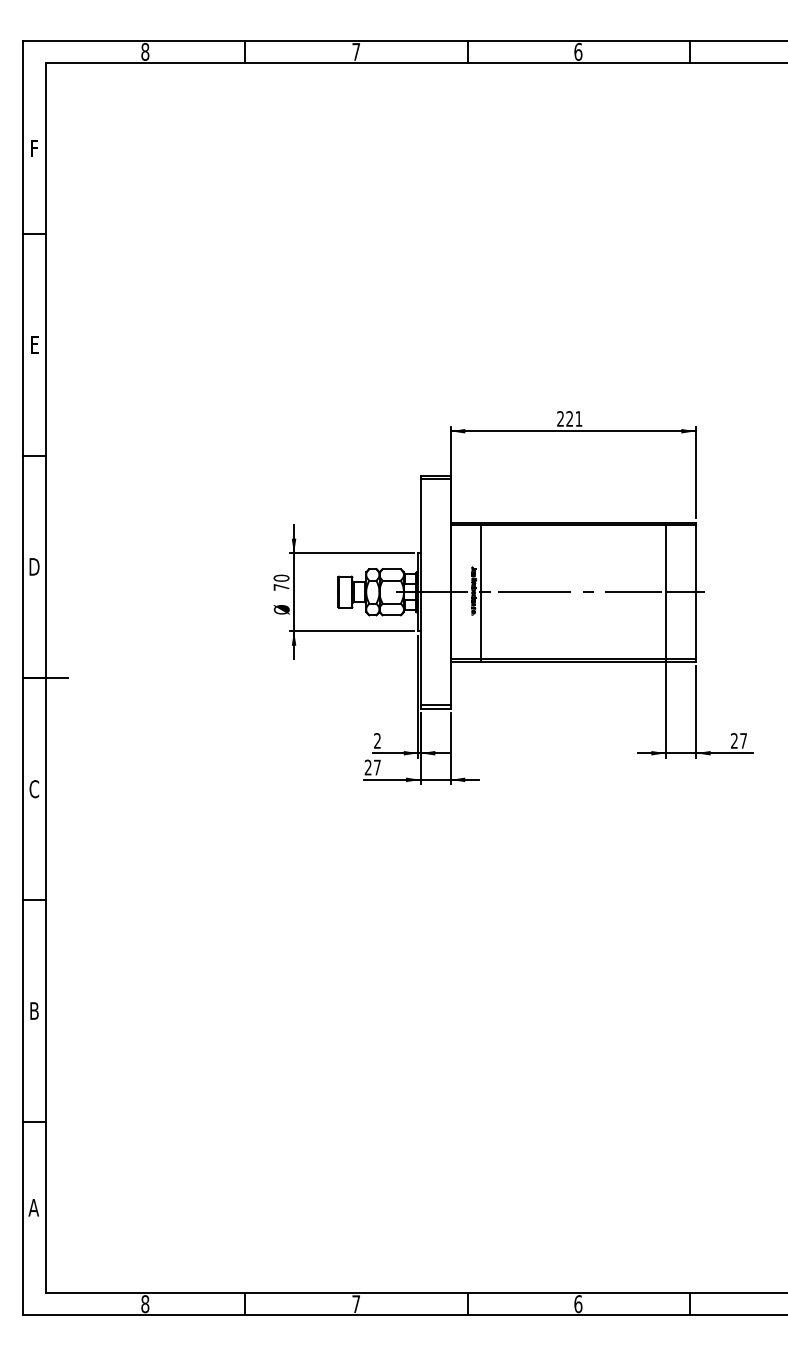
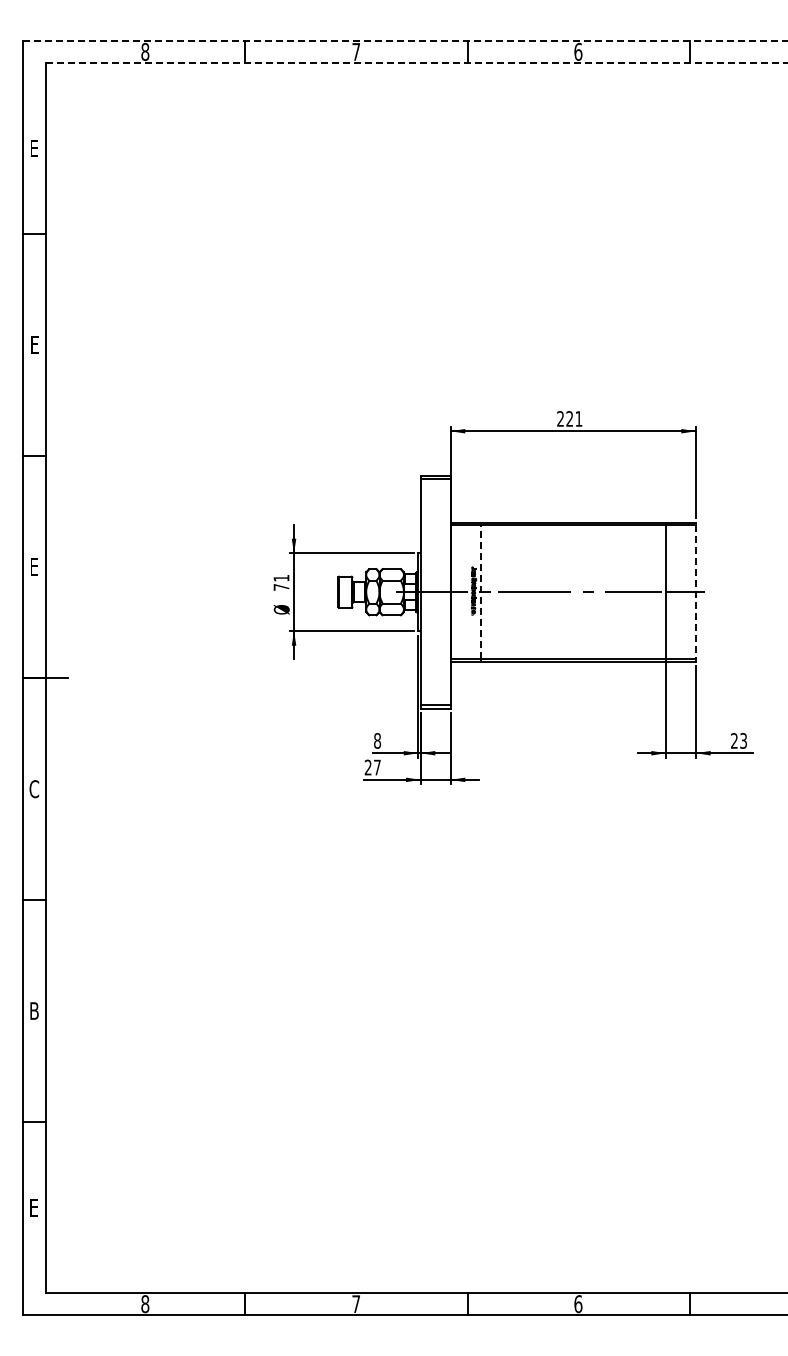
line at (405, 40): solid -> dashed
line at (416, 62): solid -> dashed
text at (34, 149): F -> E
text at (34, 566): D -> E
text at (281, 577): 70 -> 71
line at (480, 591): solid -> dashed
line at (695, 592): solid -> dashed
text at (377, 740): 2 -> 8
text at (743, 740): 27 -> 23
text at (33, 1207): A -> E
